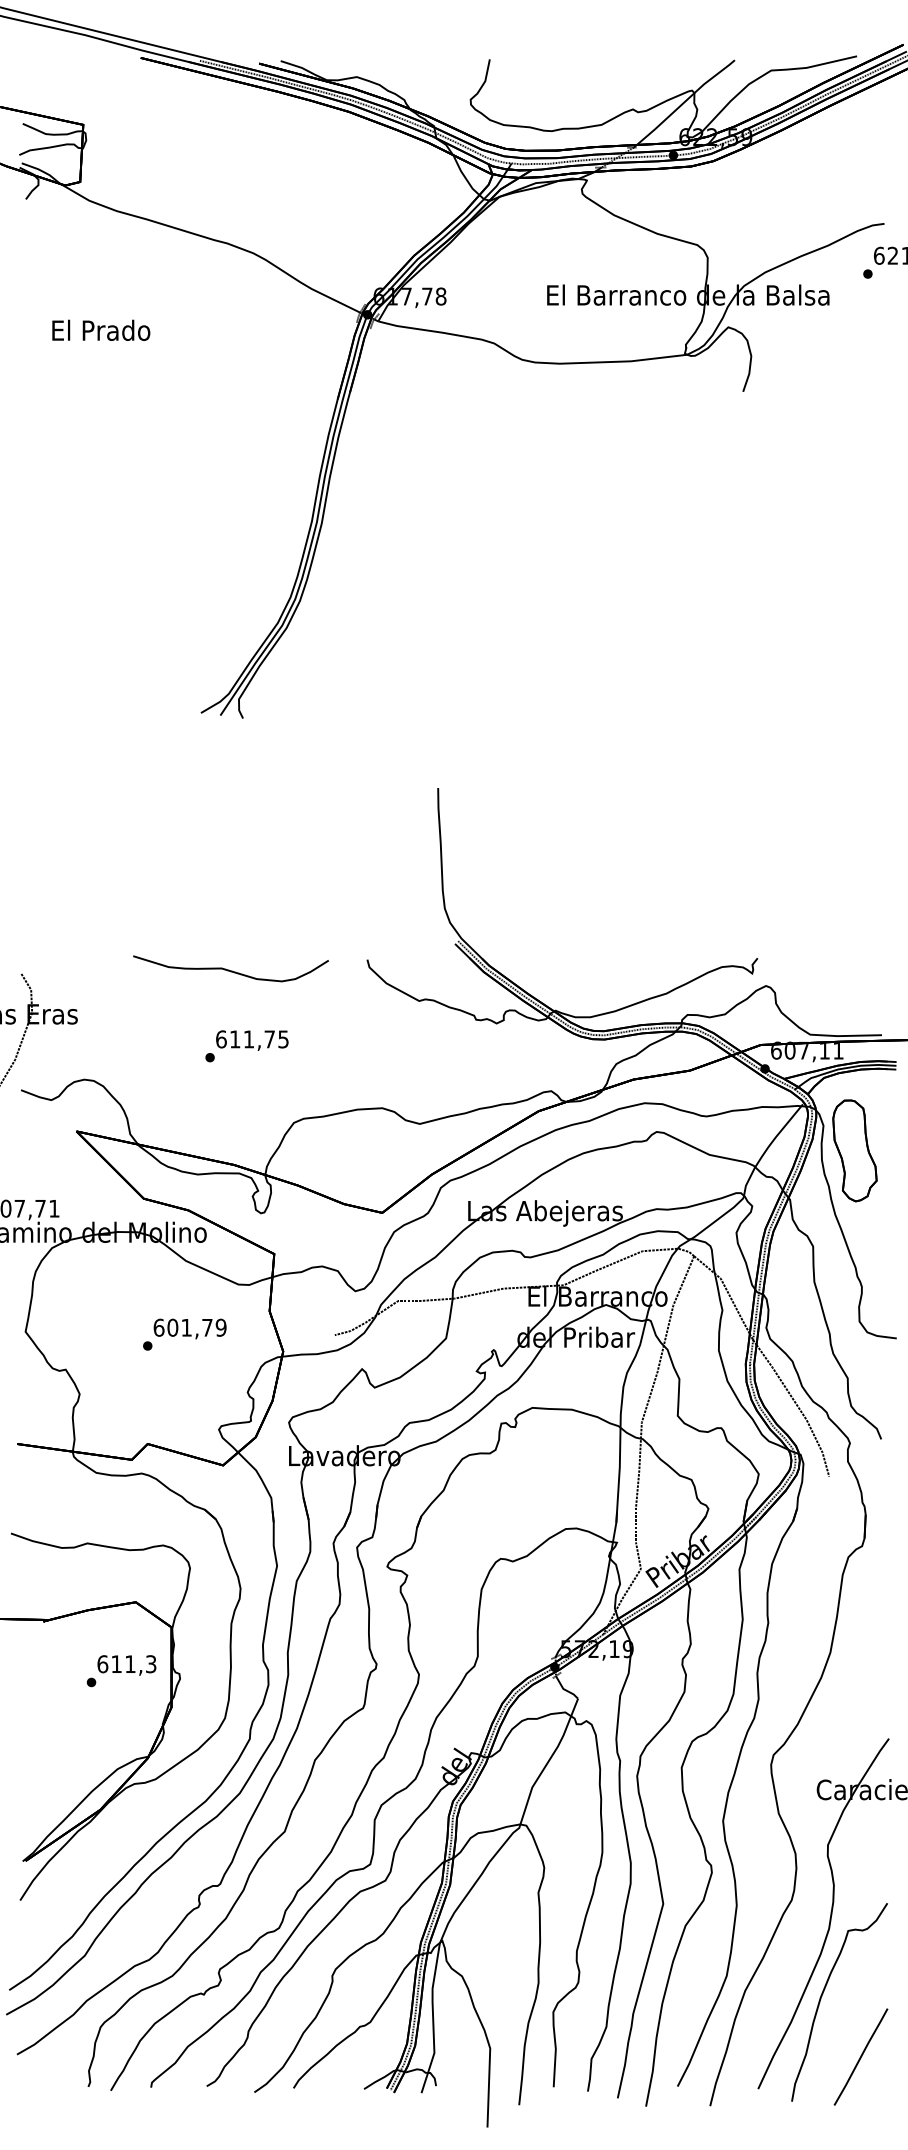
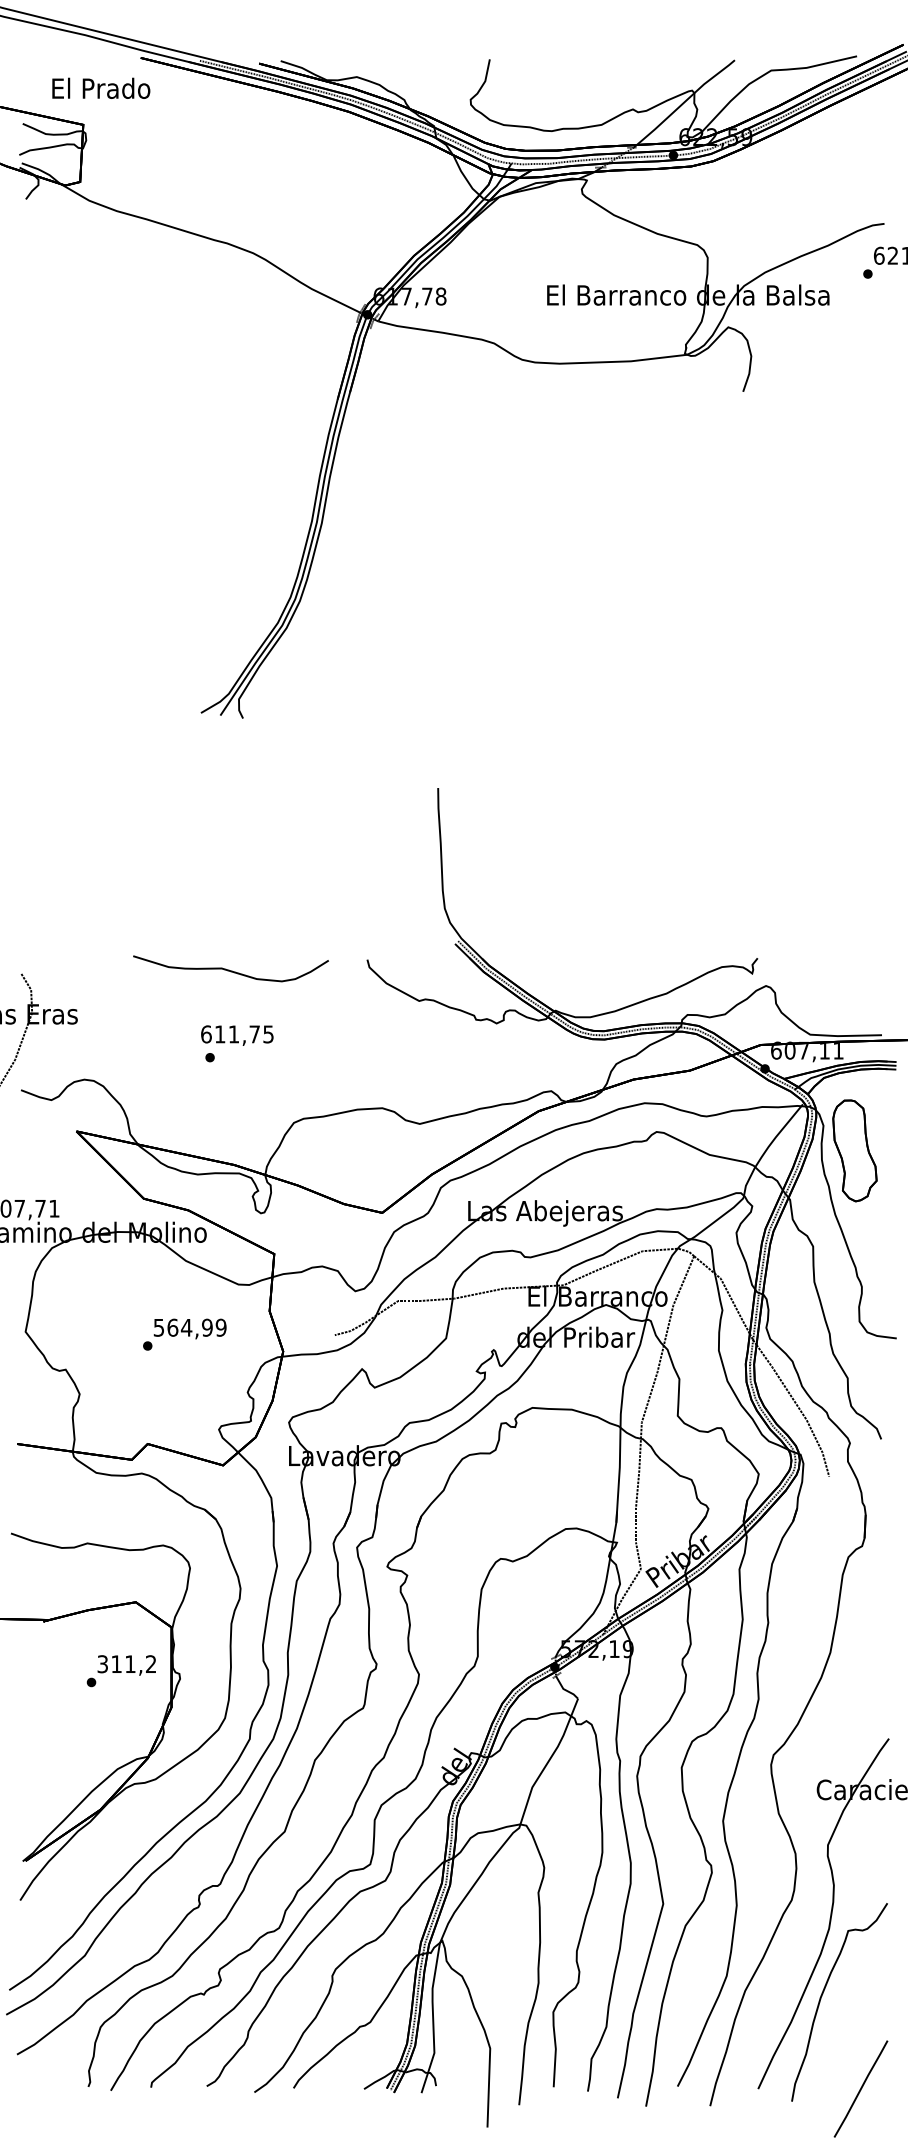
text at (101, 329) position: (101, 329) -> (101, 87)
text at (252, 1040) position: (252, 1040) -> (237, 1035)
text at (182, 1327): 601,79 -> 564,99
text at (126, 1664): 611,3 -> 311,2
line at (860, 2056) position: (860, 2056) -> (860, 2088)
